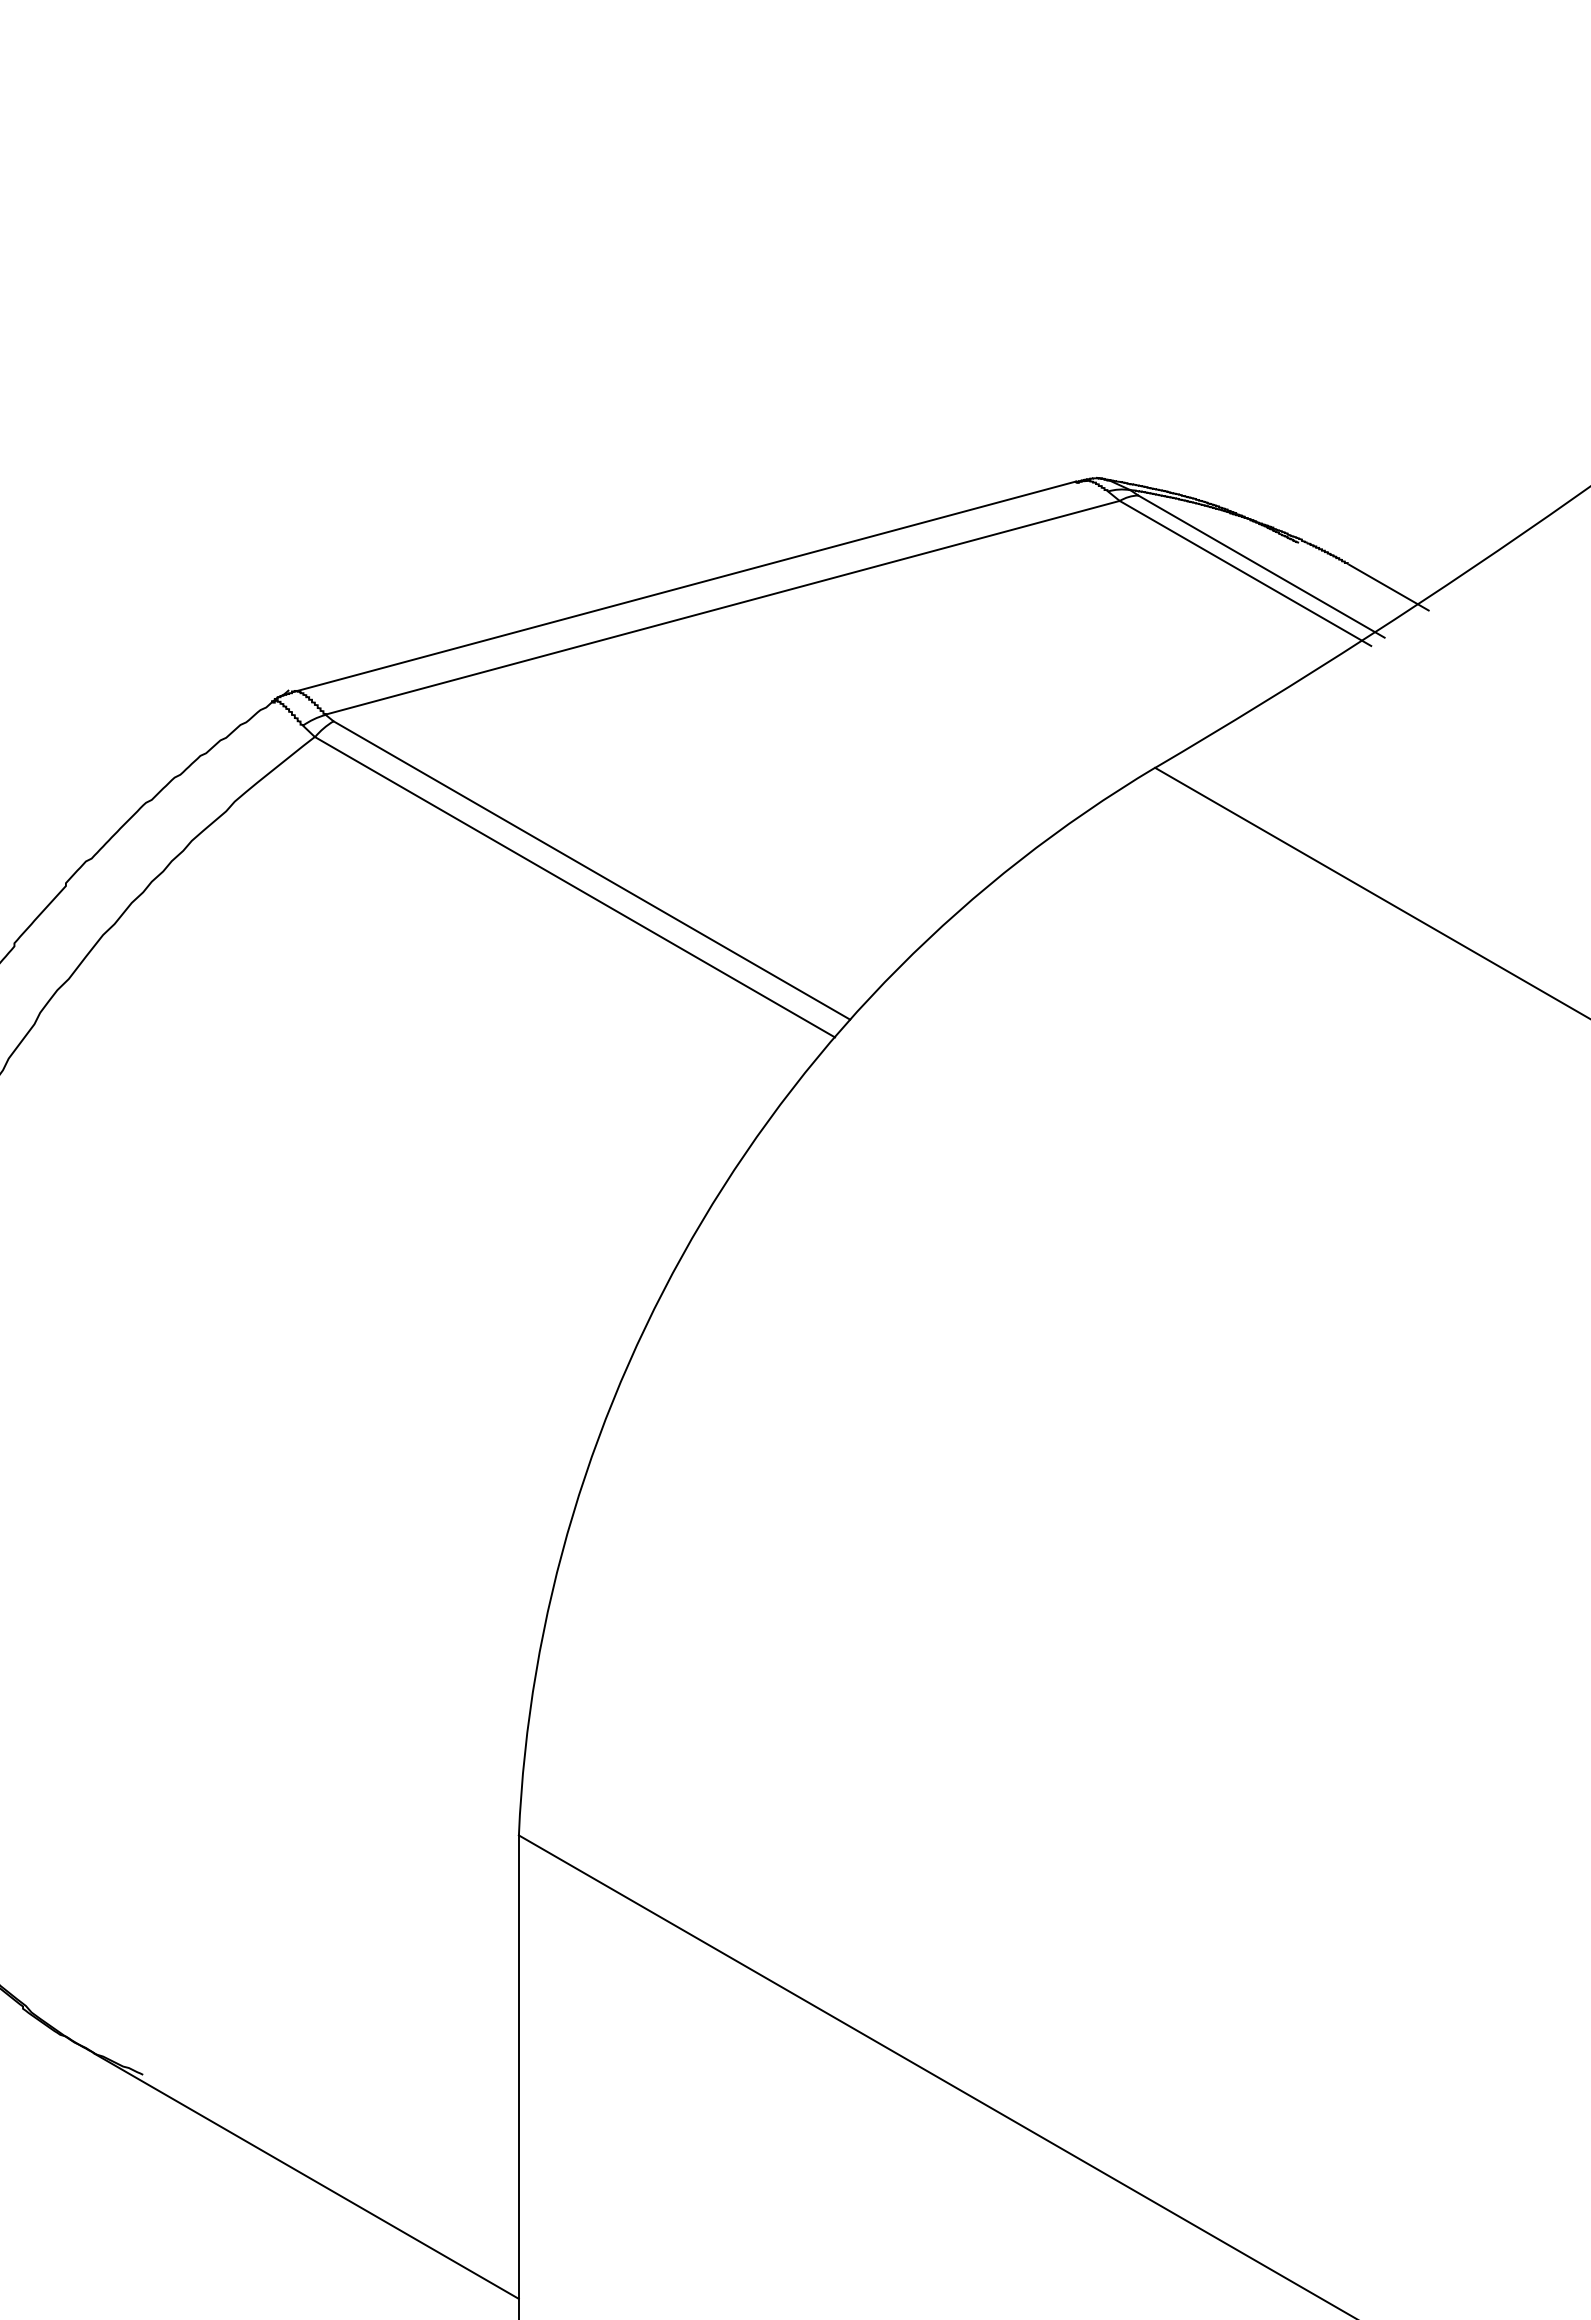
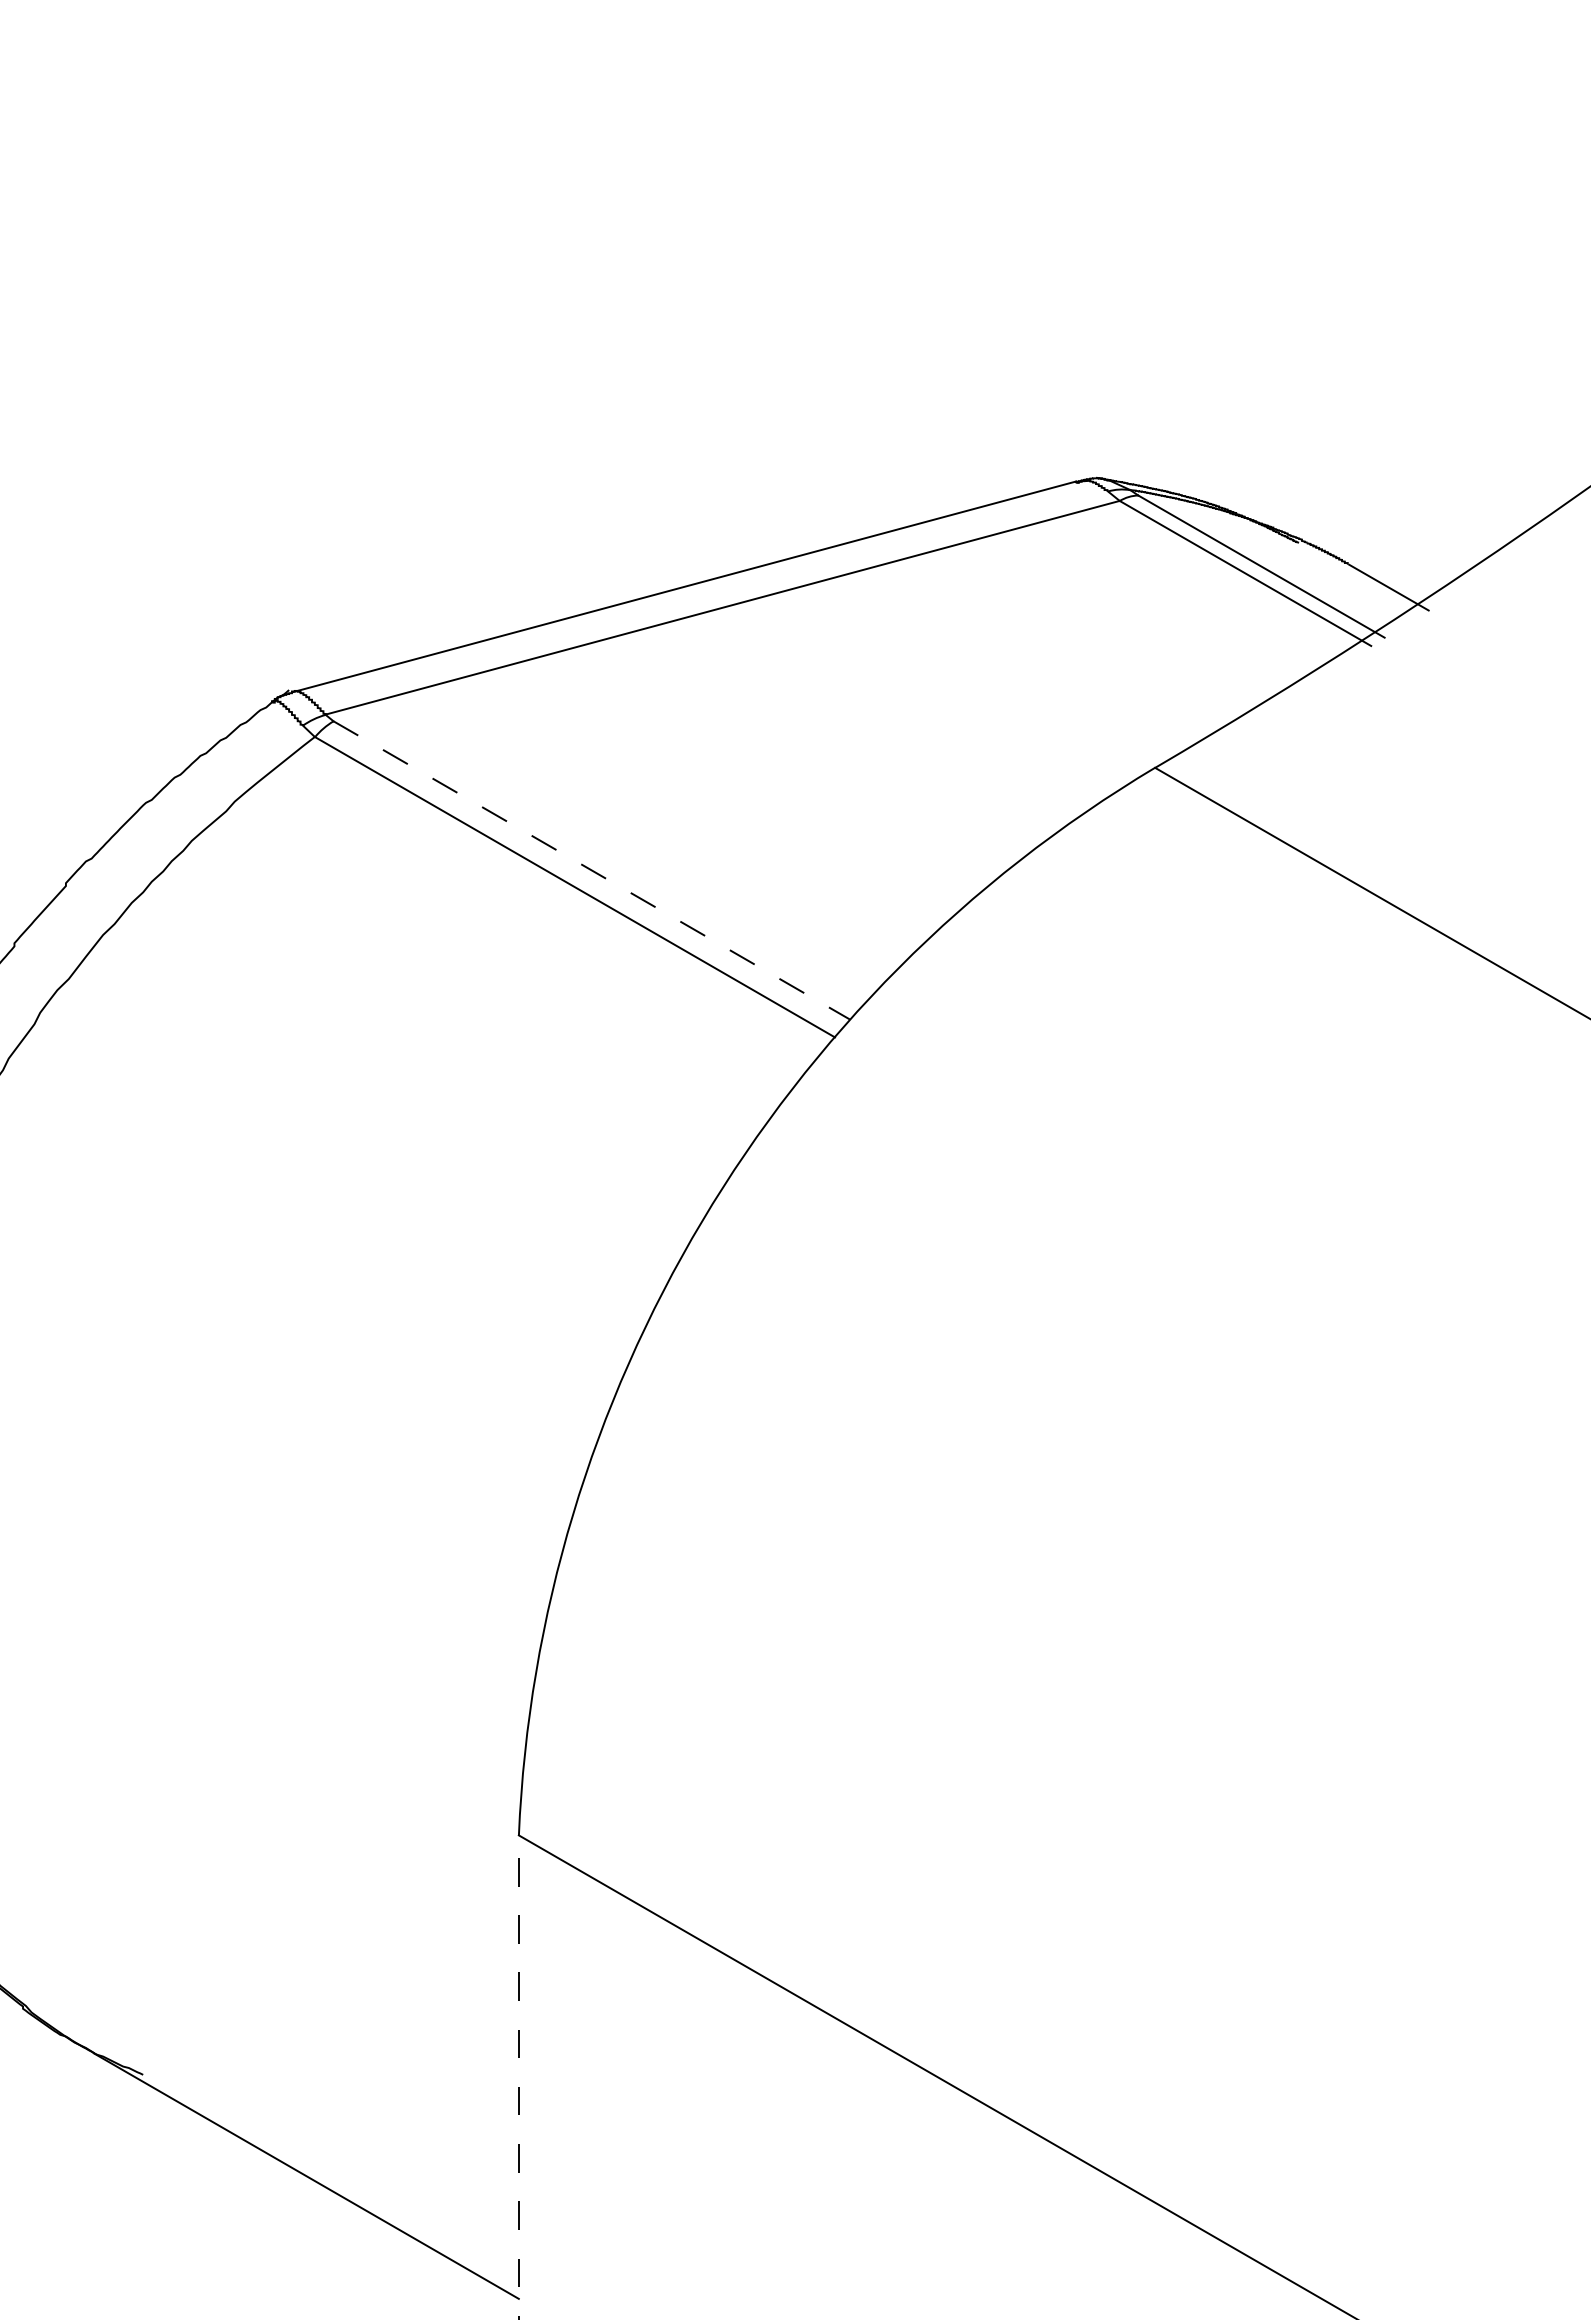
line at (592, 870): solid -> dashed
line at (518, 2077): solid -> dashed
